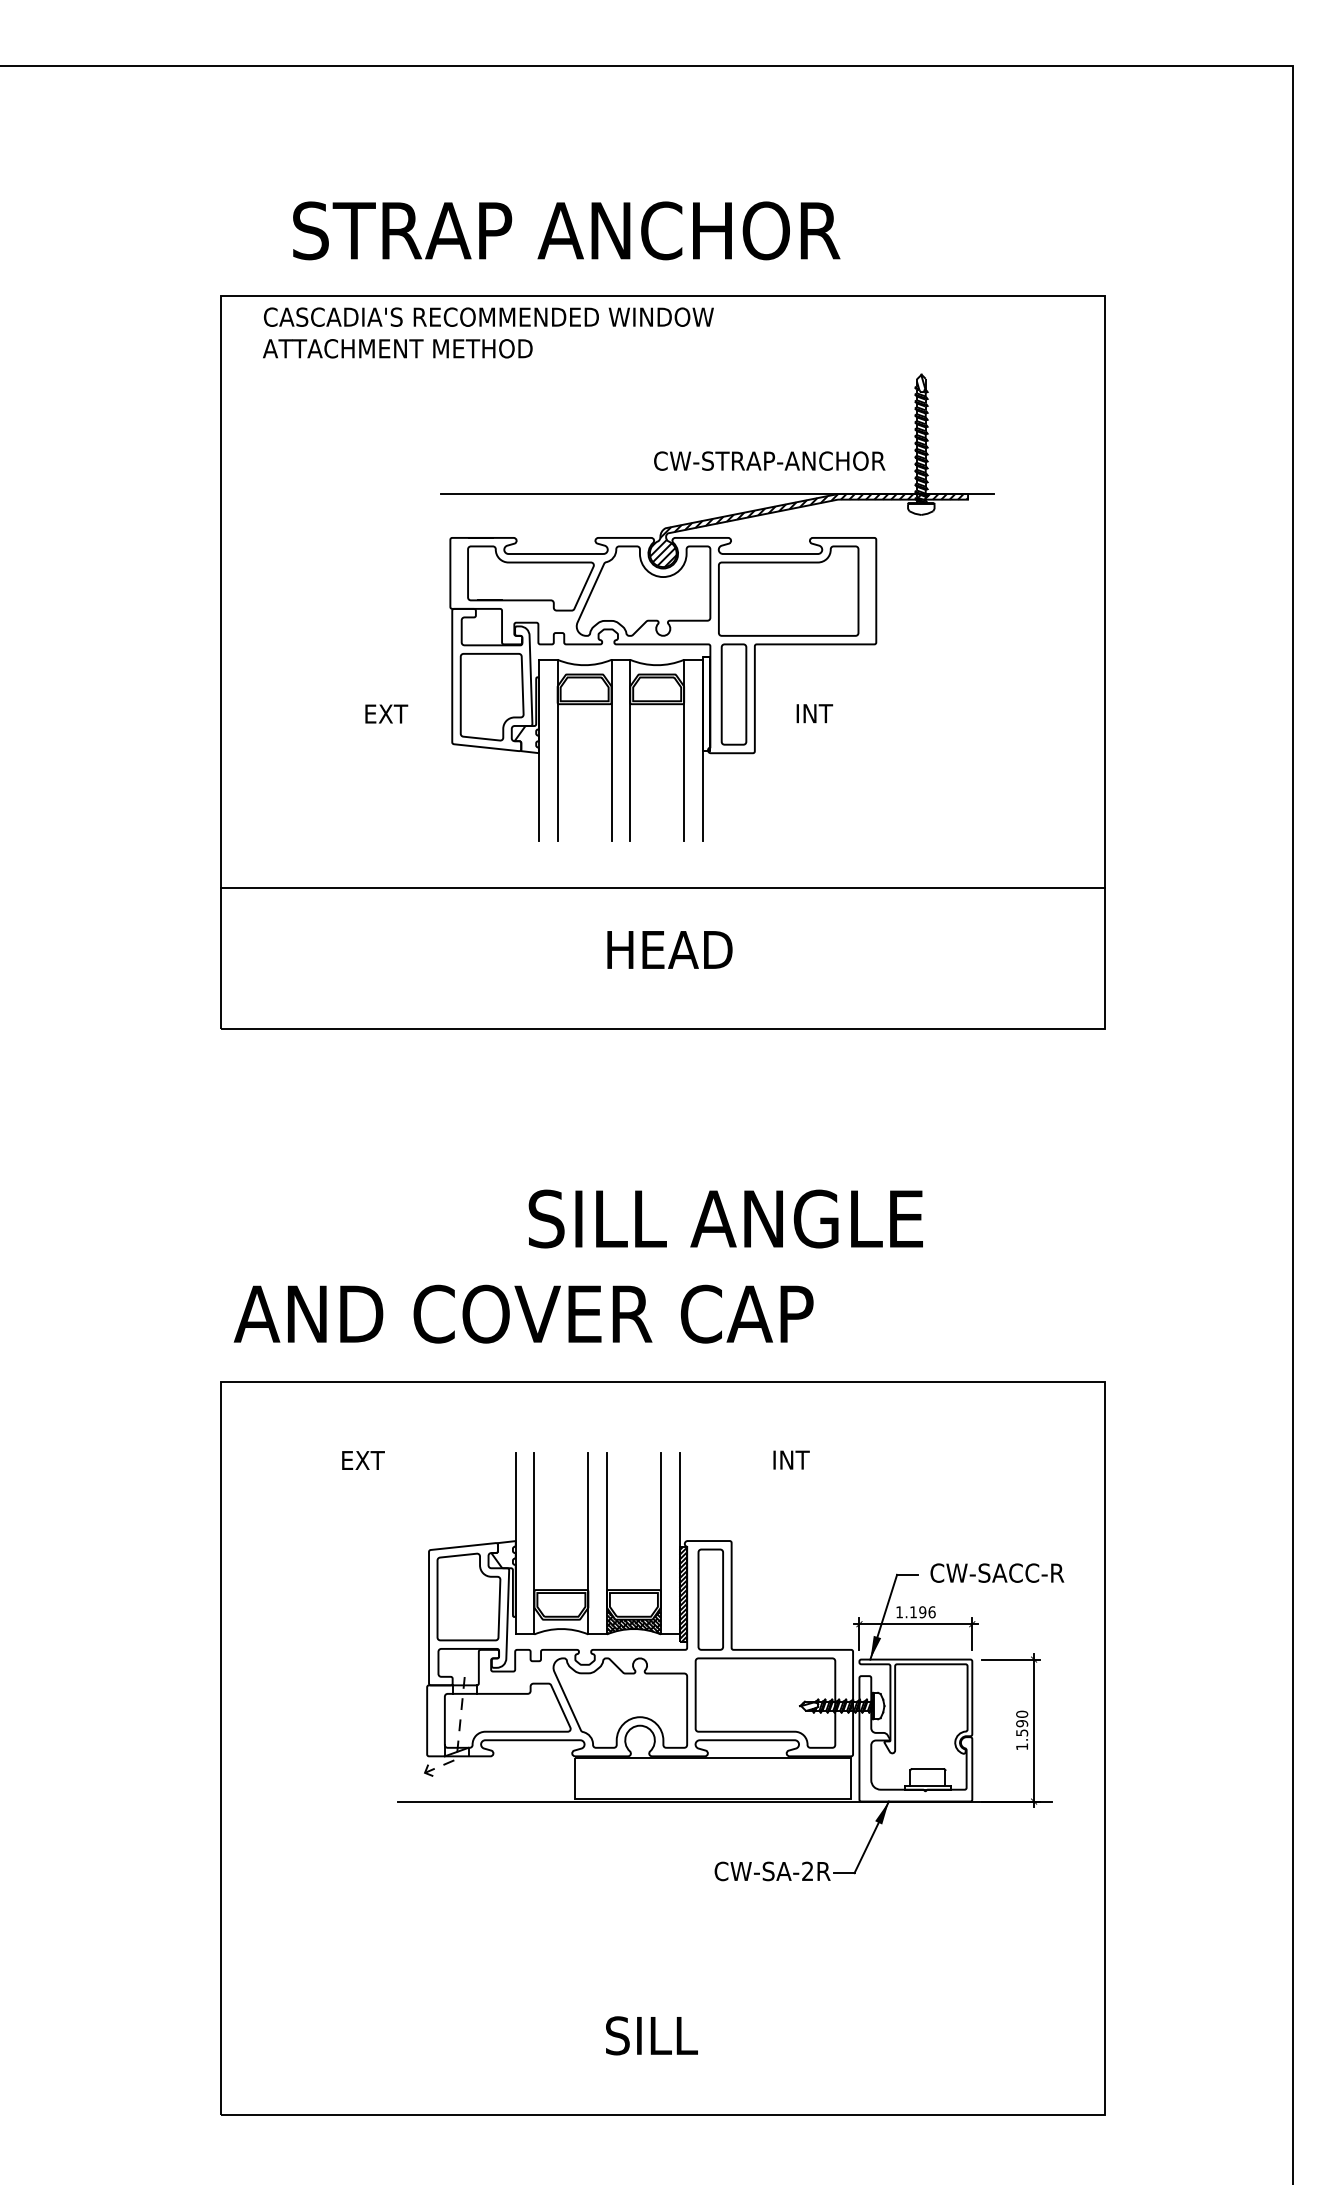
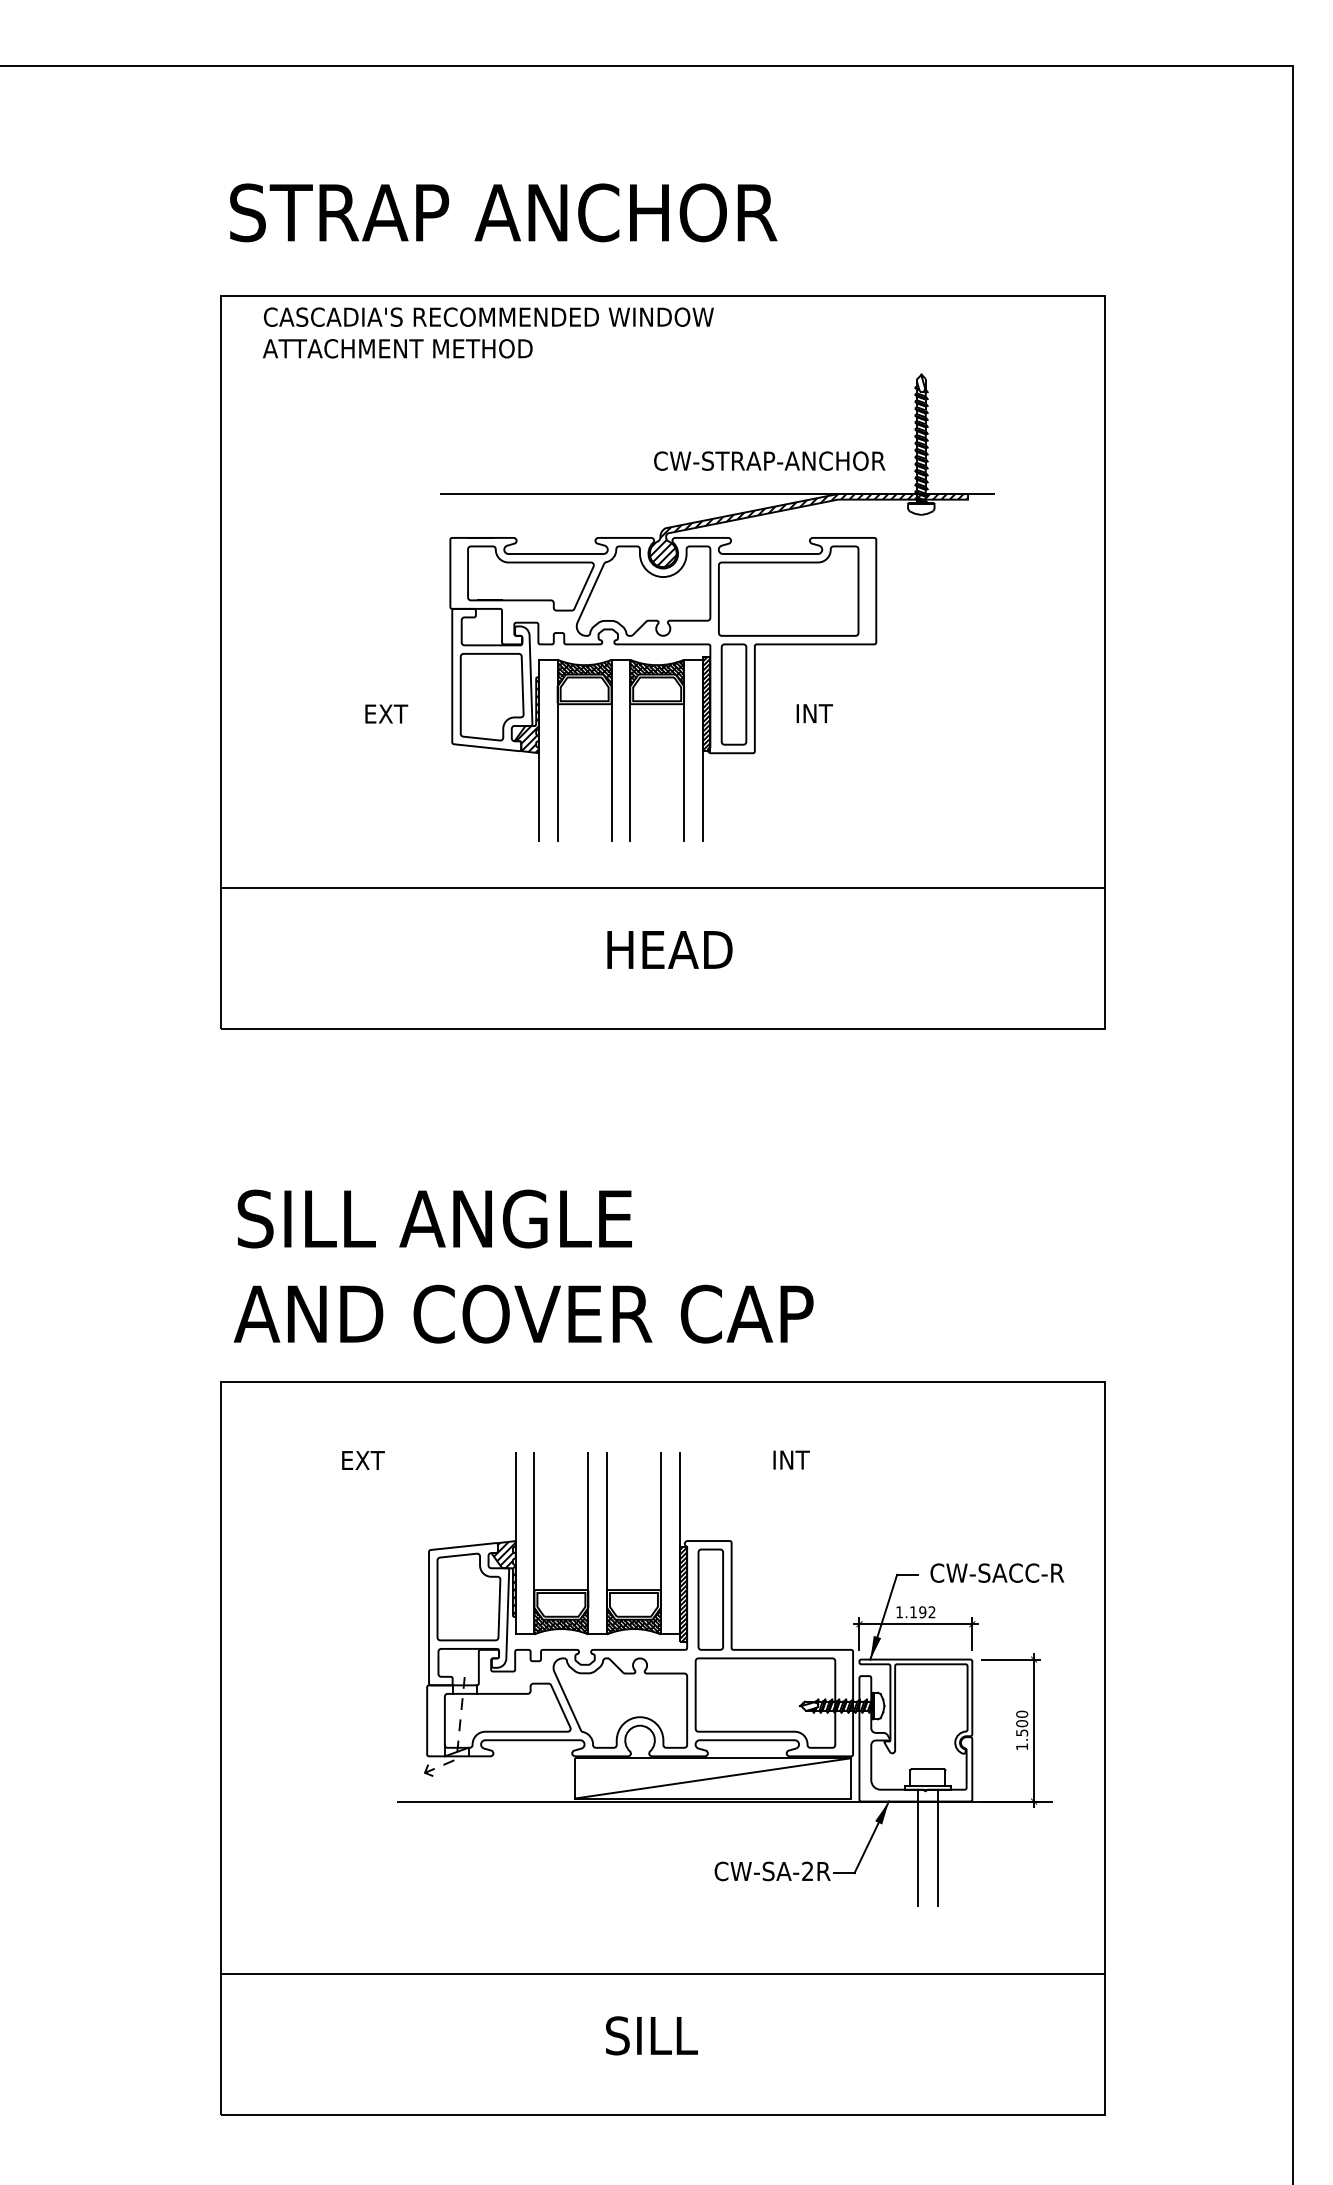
text at (566, 230) position: (566, 230) -> (503, 212)
hatch at (657, 672): none -> present
hatch at (584, 673): none -> present
hatch at (706, 703): none -> present
hatch at (527, 715): none -> present
text at (725, 1218) position: (725, 1218) -> (434, 1218)
hatch at (504, 1577): none -> present
text at (931, 1612): 1.196 -> 1.192
hatch at (561, 1621): none -> present
text at (1022, 1723): 1.590 -> 1.500
line at (712, 1778): none -> present
line at (918, 1847): none -> present
line at (937, 1847): none -> present
line at (662, 1974): none -> present
